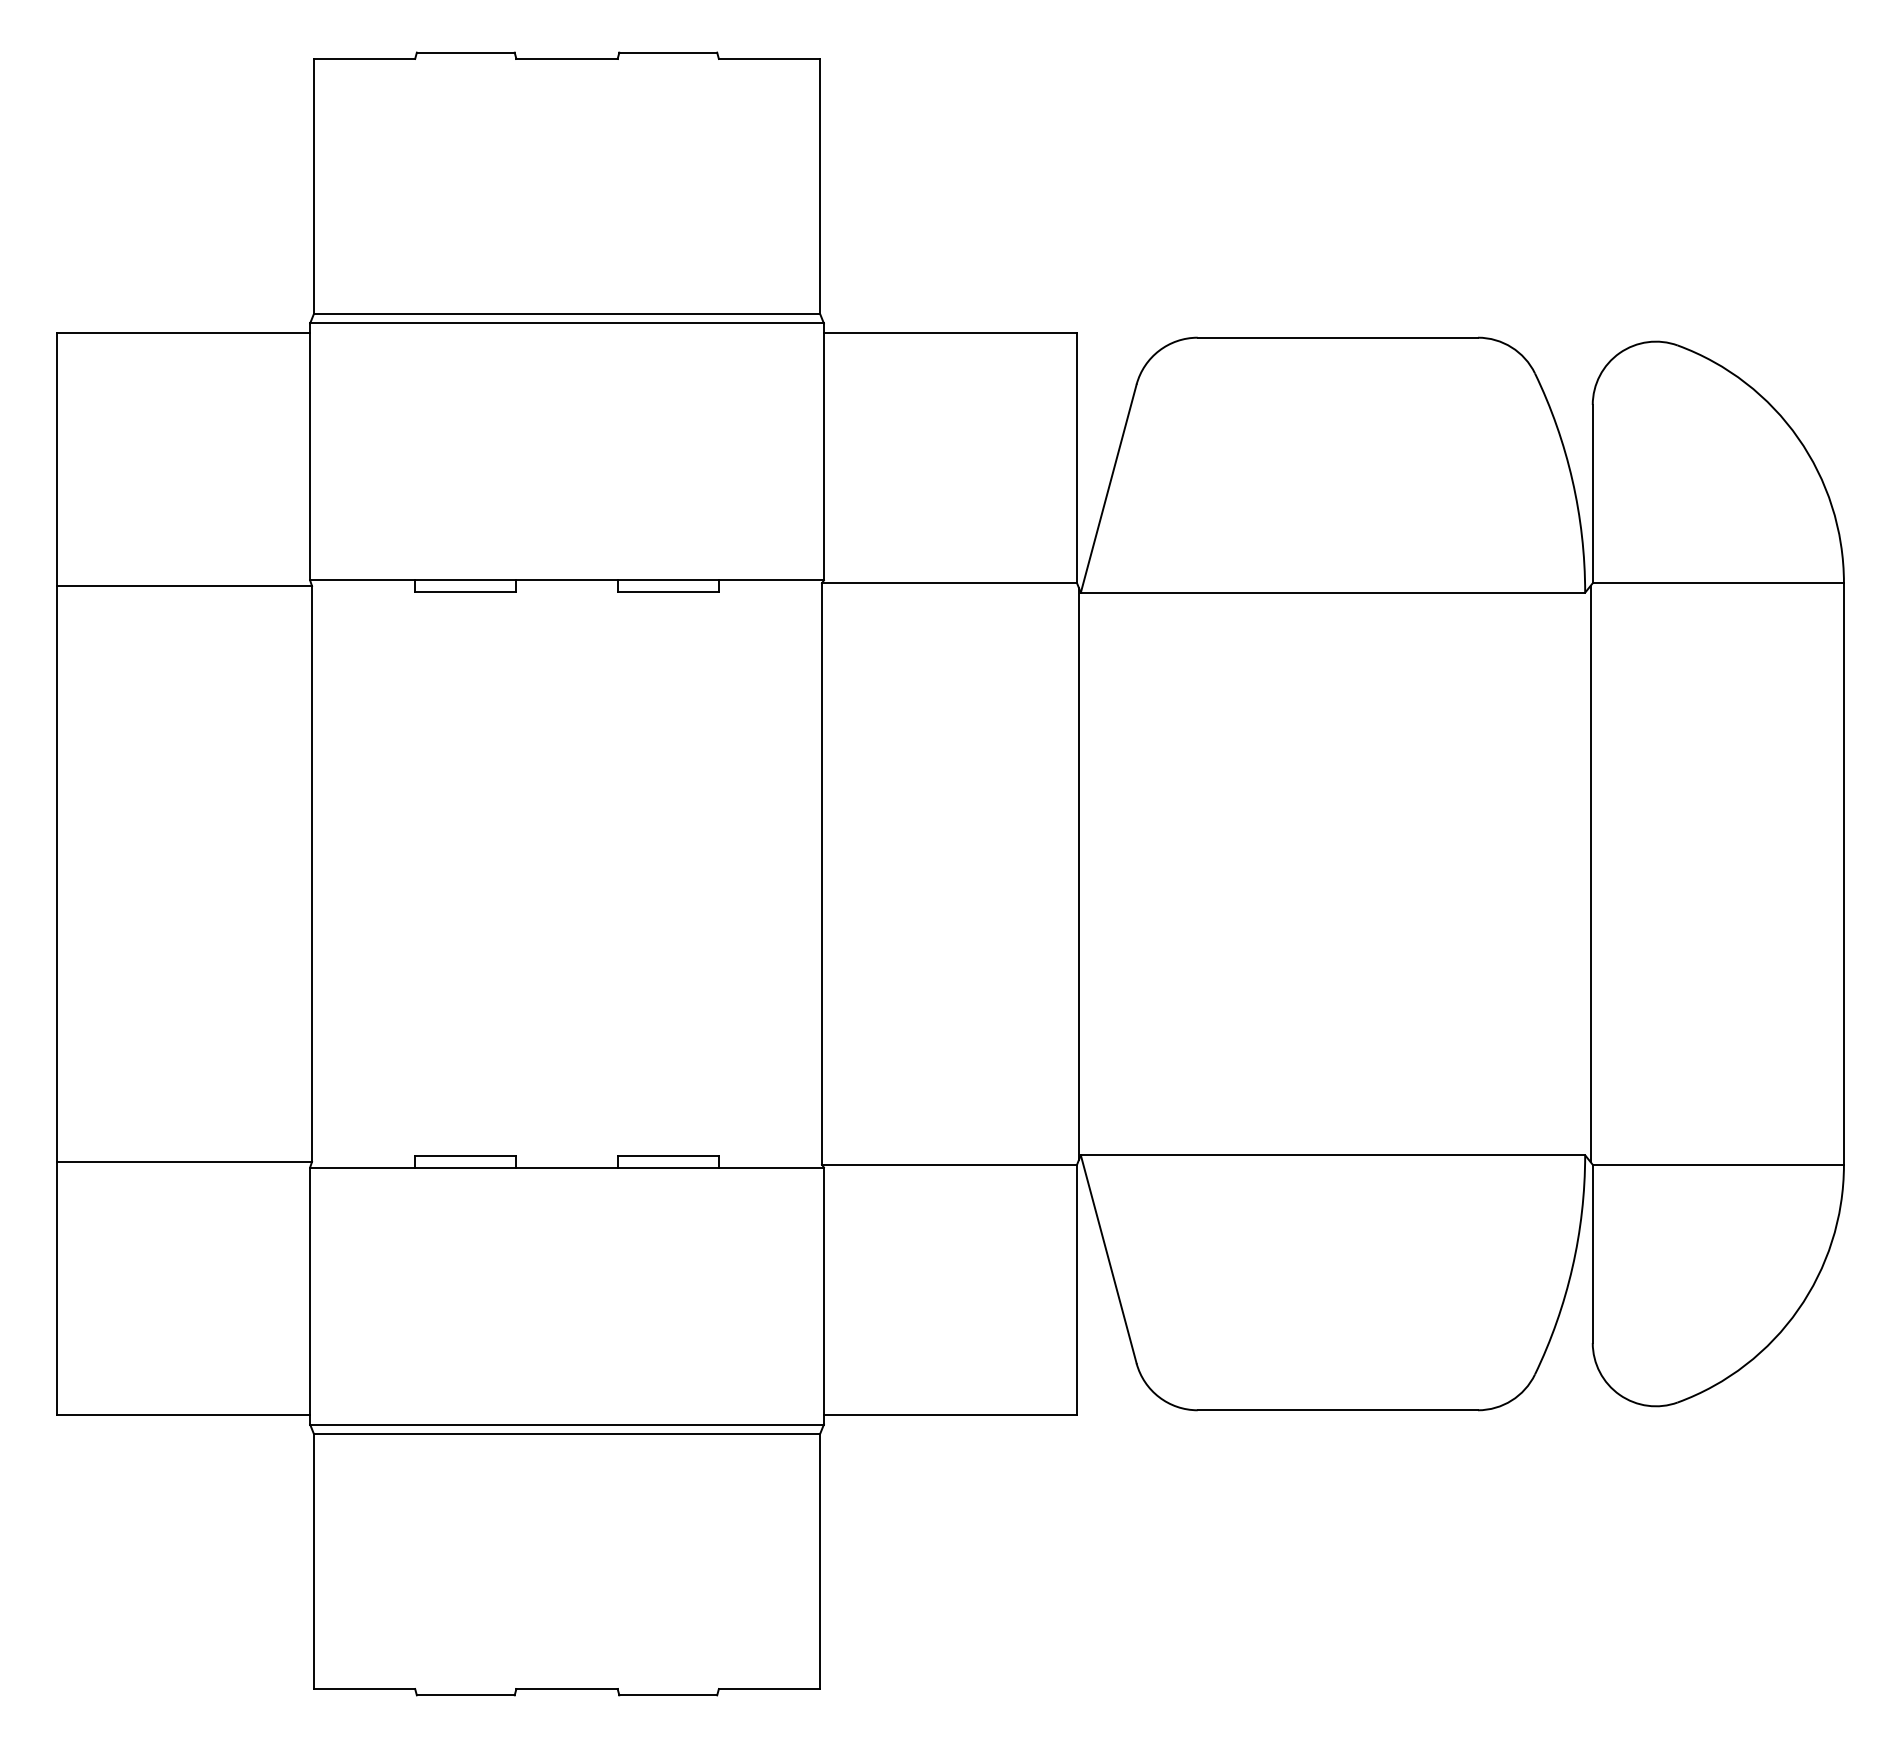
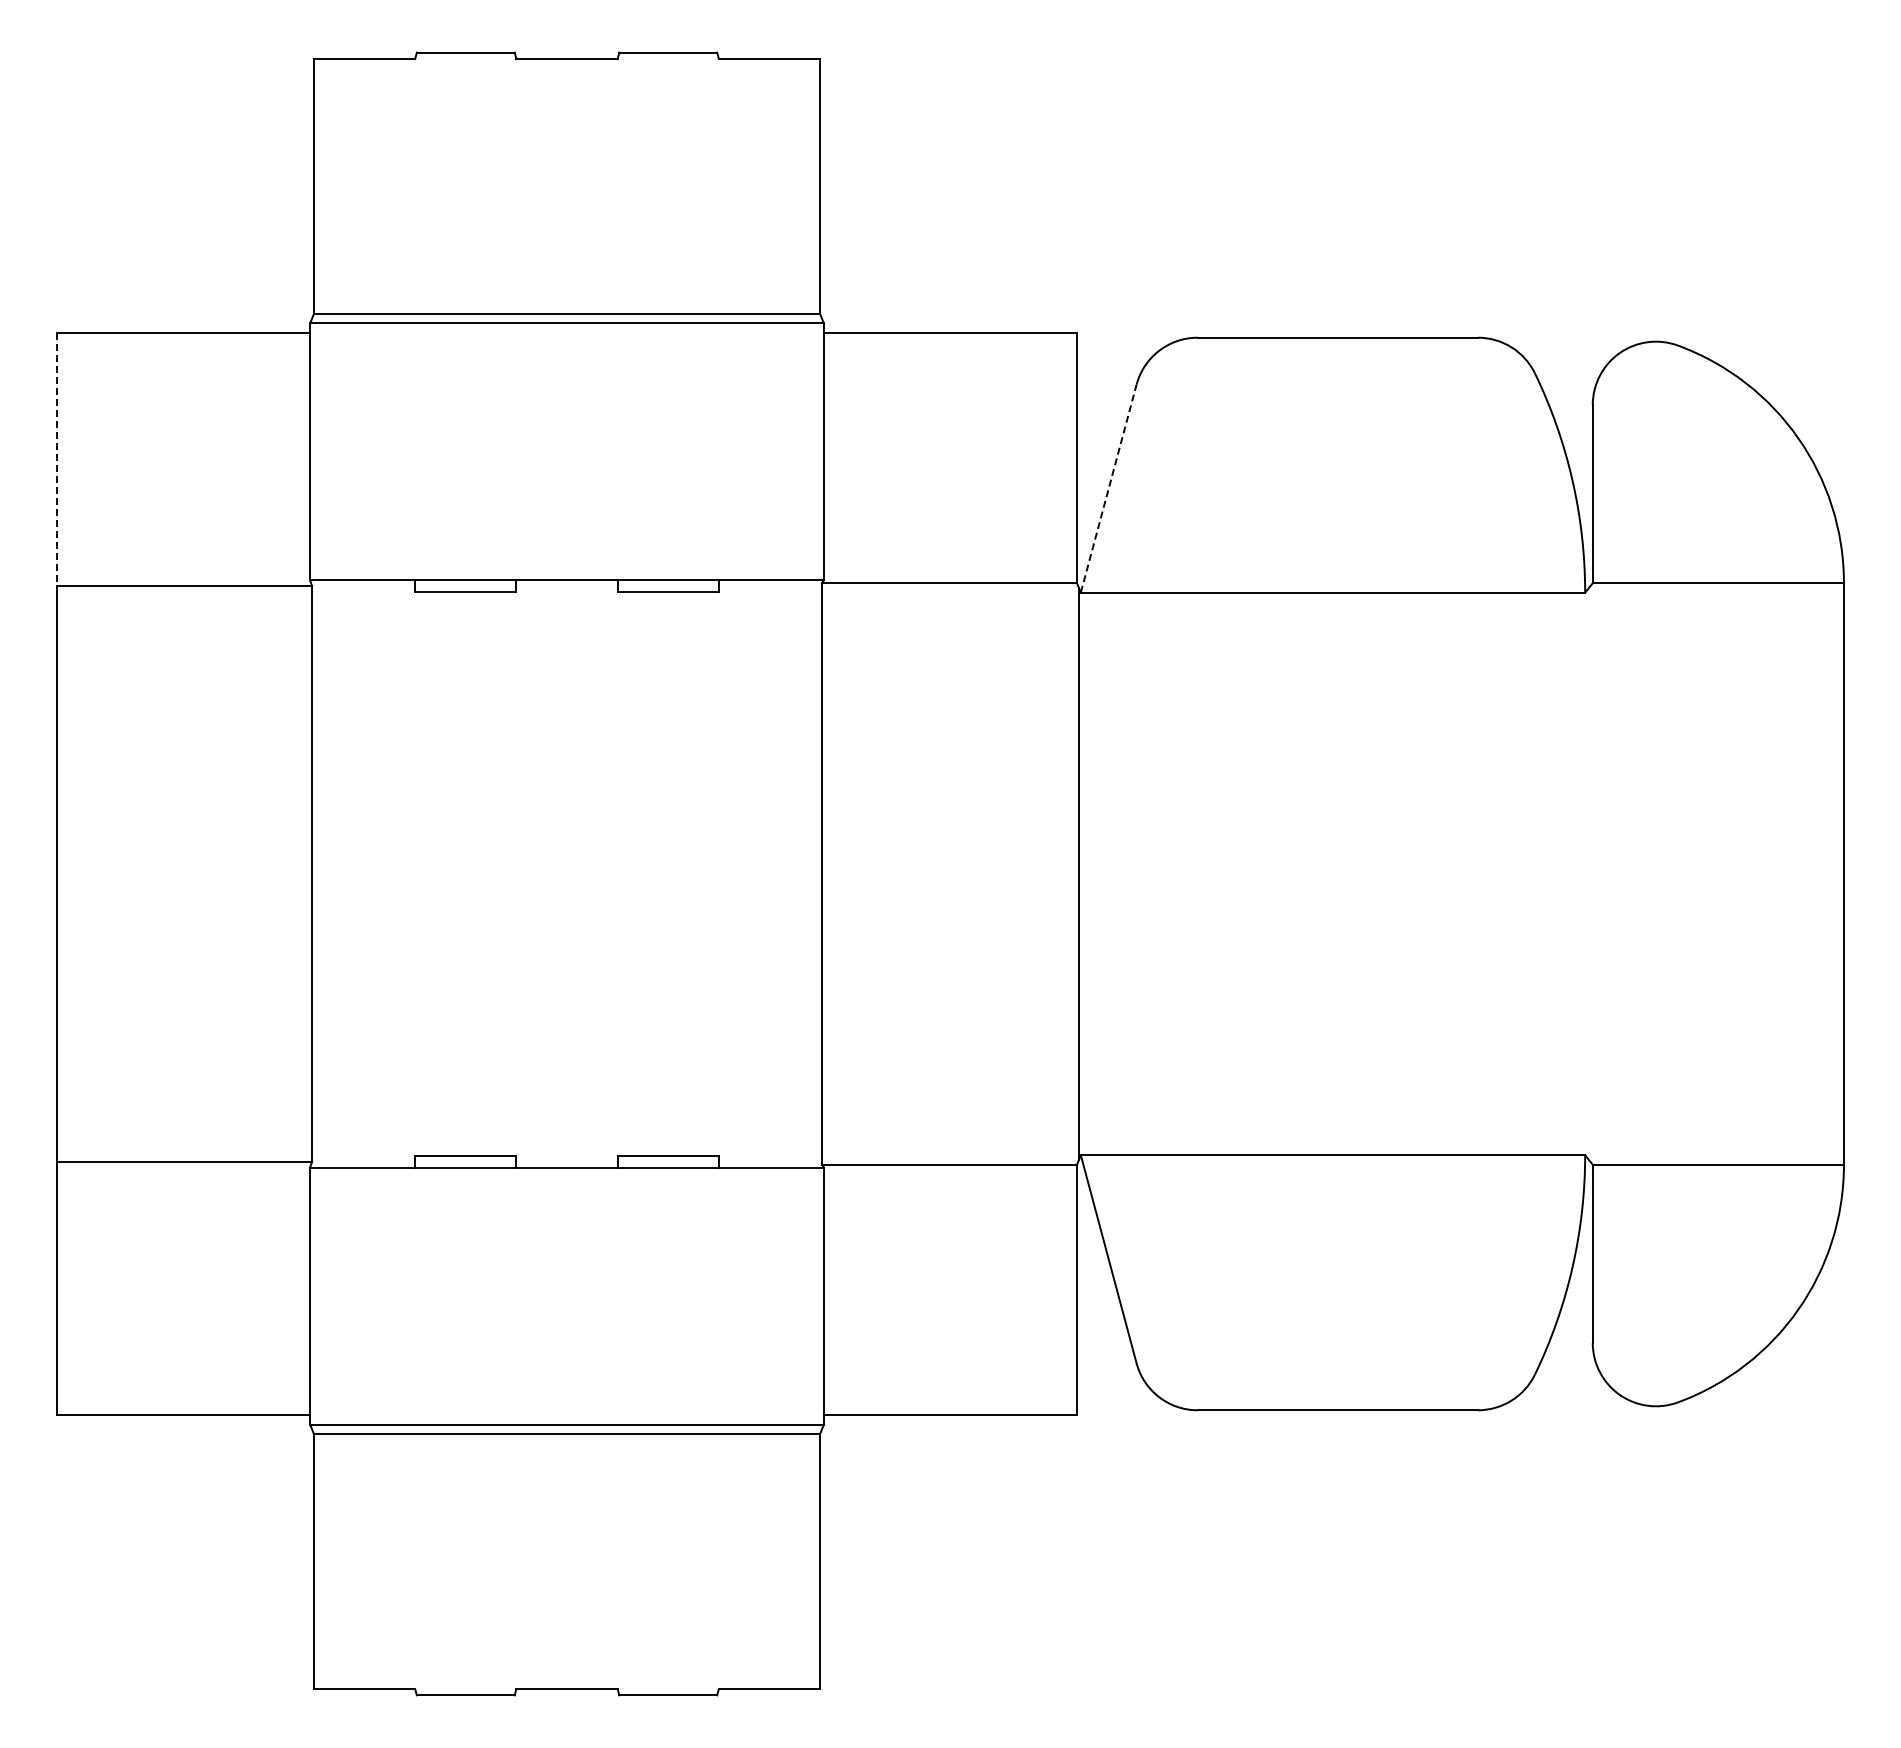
line at (57, 459): solid -> dashed
line at (1108, 488): solid -> dashed
line at (1590, 873): present -> none
